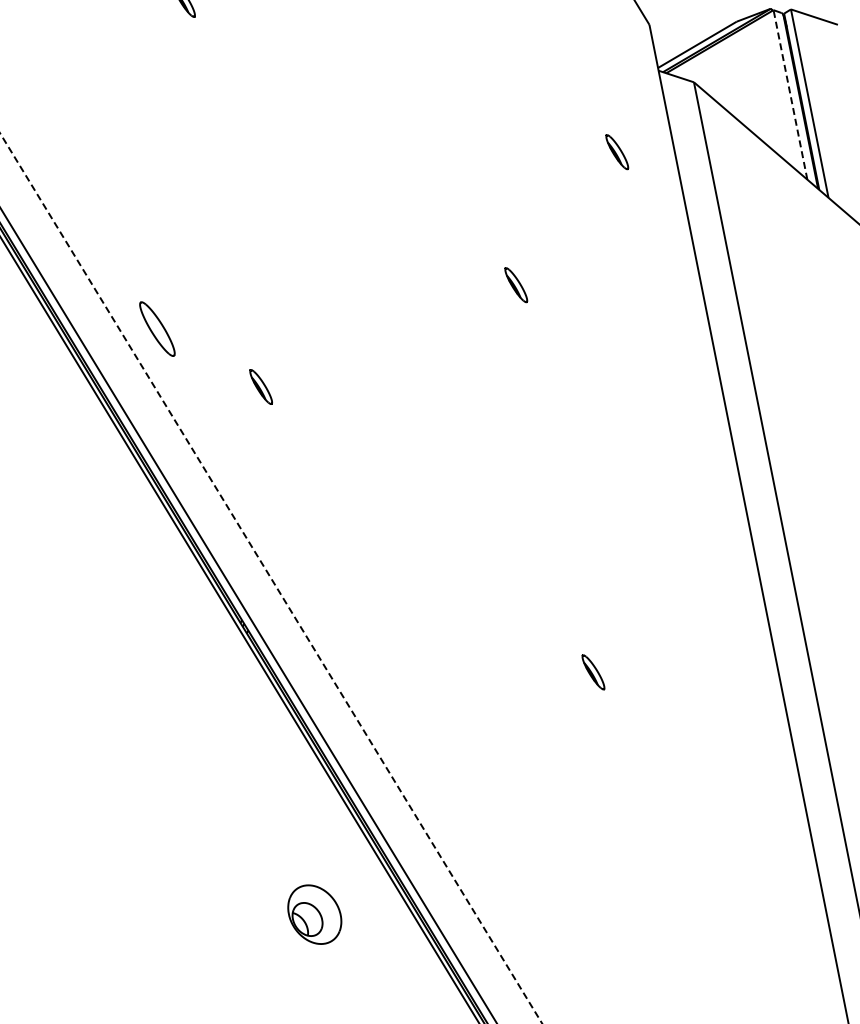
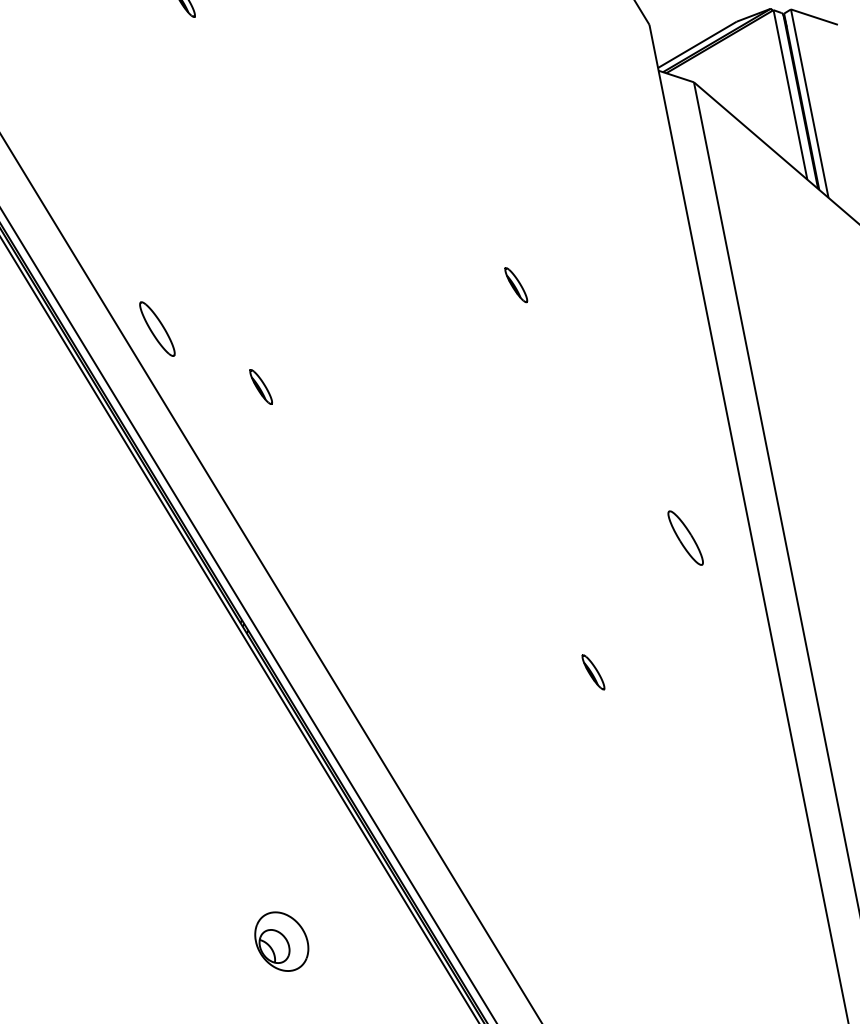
line at (790, 94): dashed -> solid
part at (617, 152): present -> none
part at (685, 537): none -> present
line at (271, 578): dashed -> solid
part at (314, 914) position: (314, 914) -> (281, 941)
